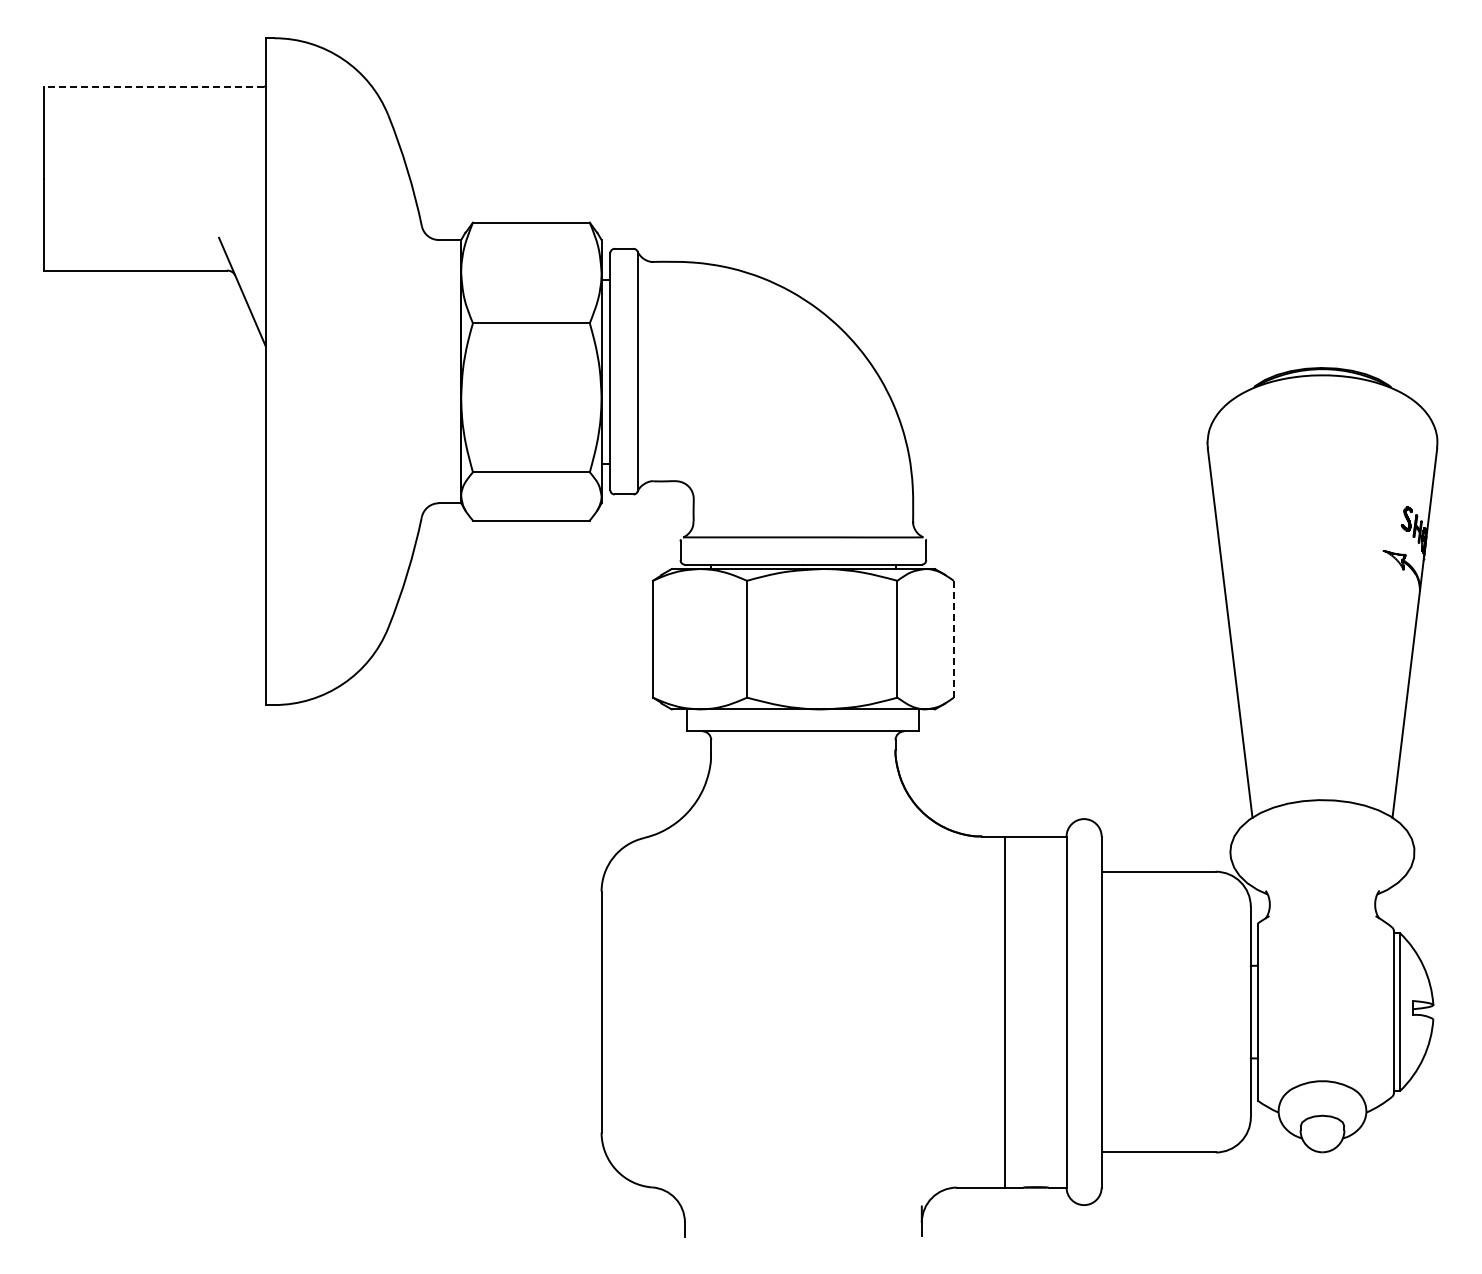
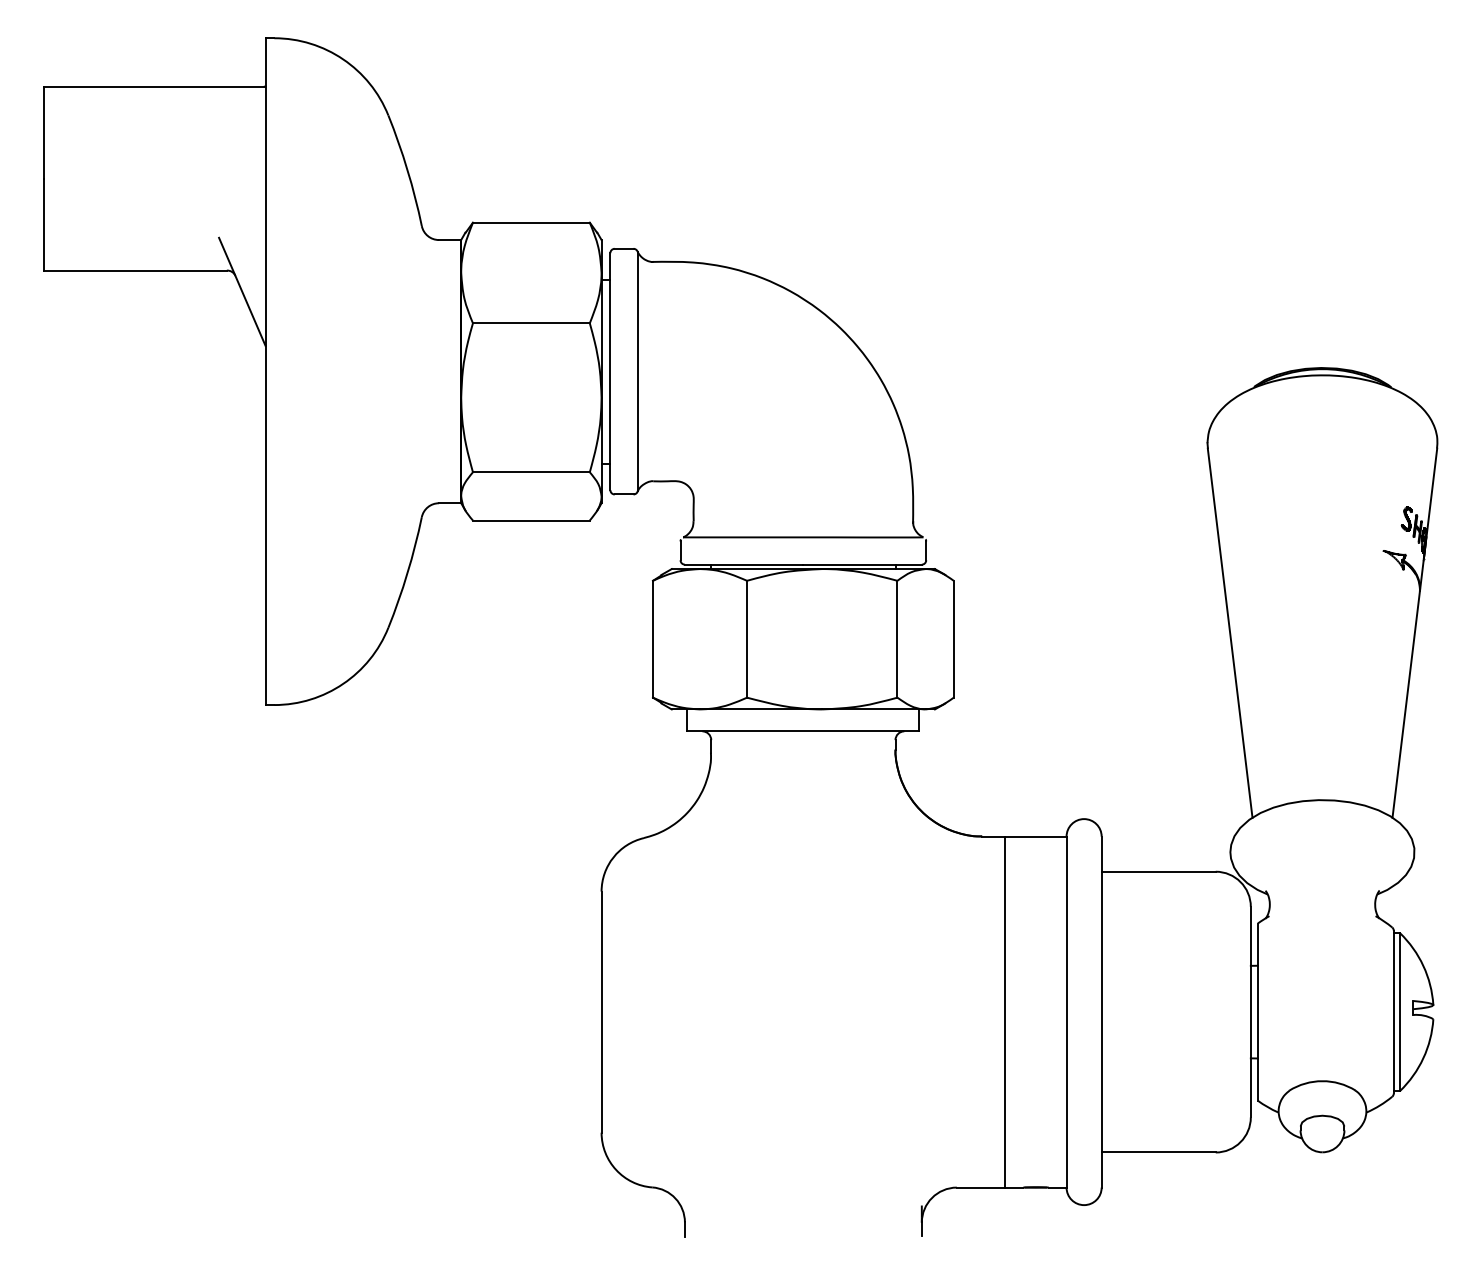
line at (154, 86): dashed -> solid
line at (953, 639): dashed -> solid
